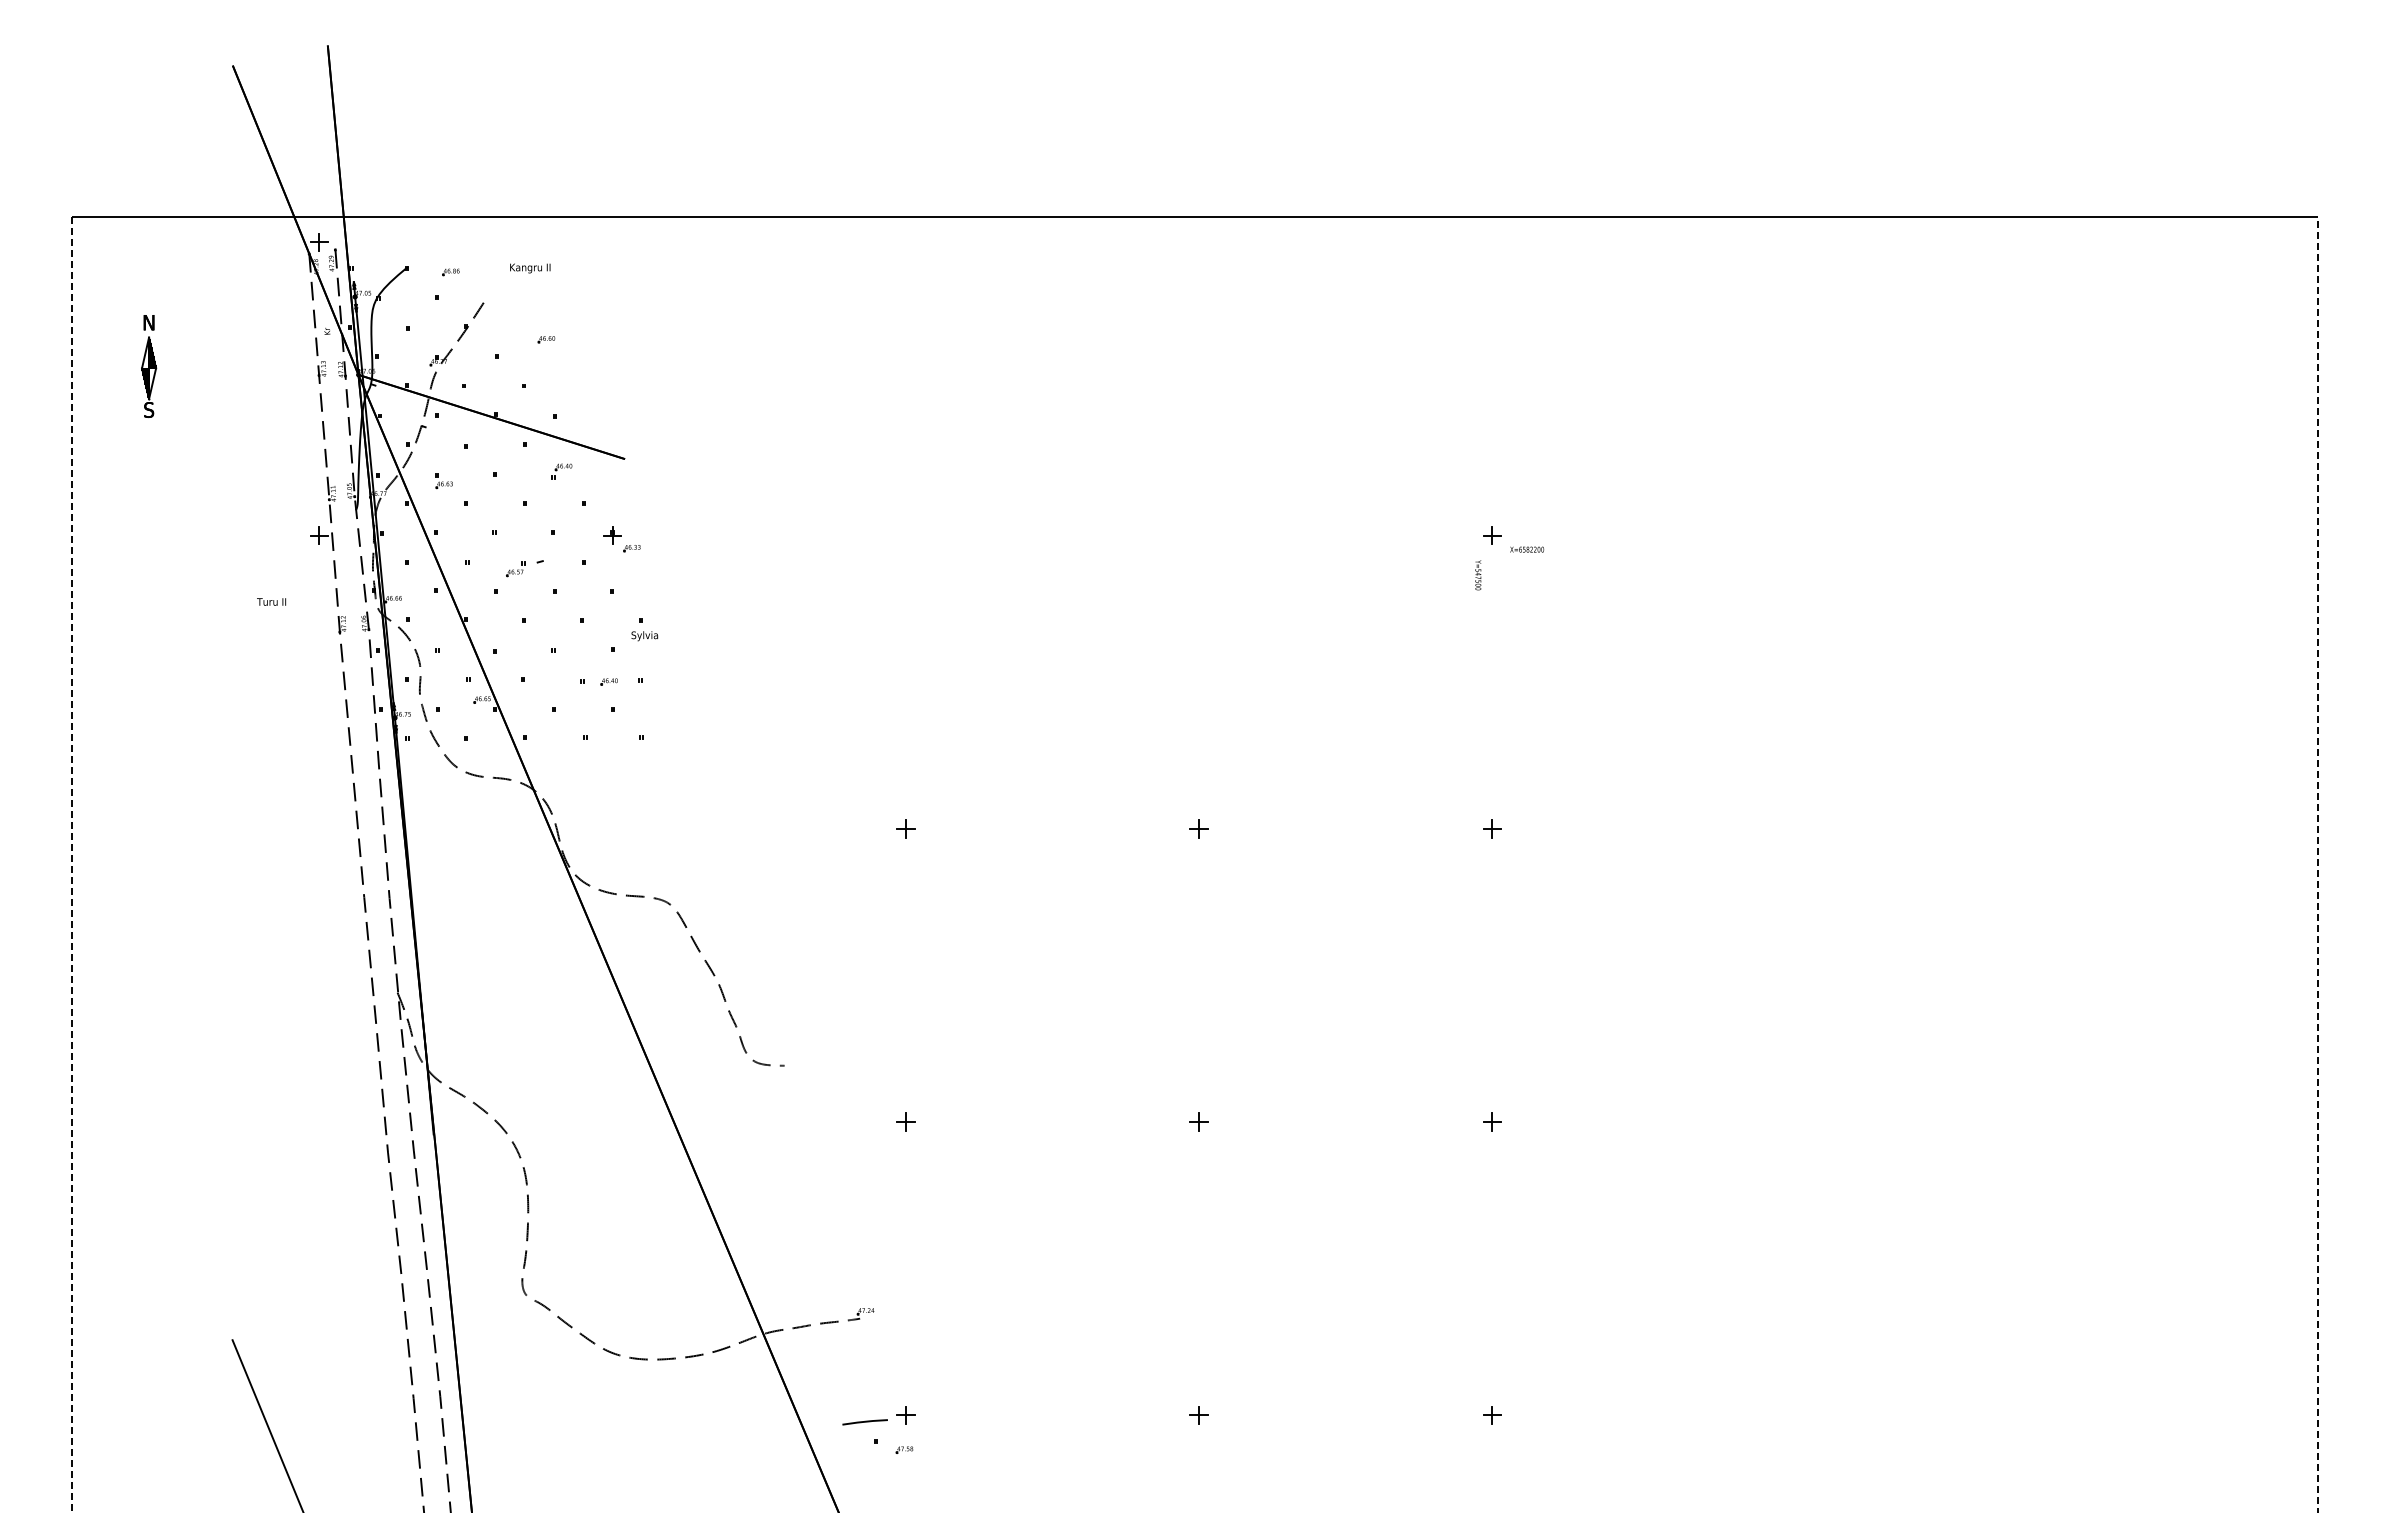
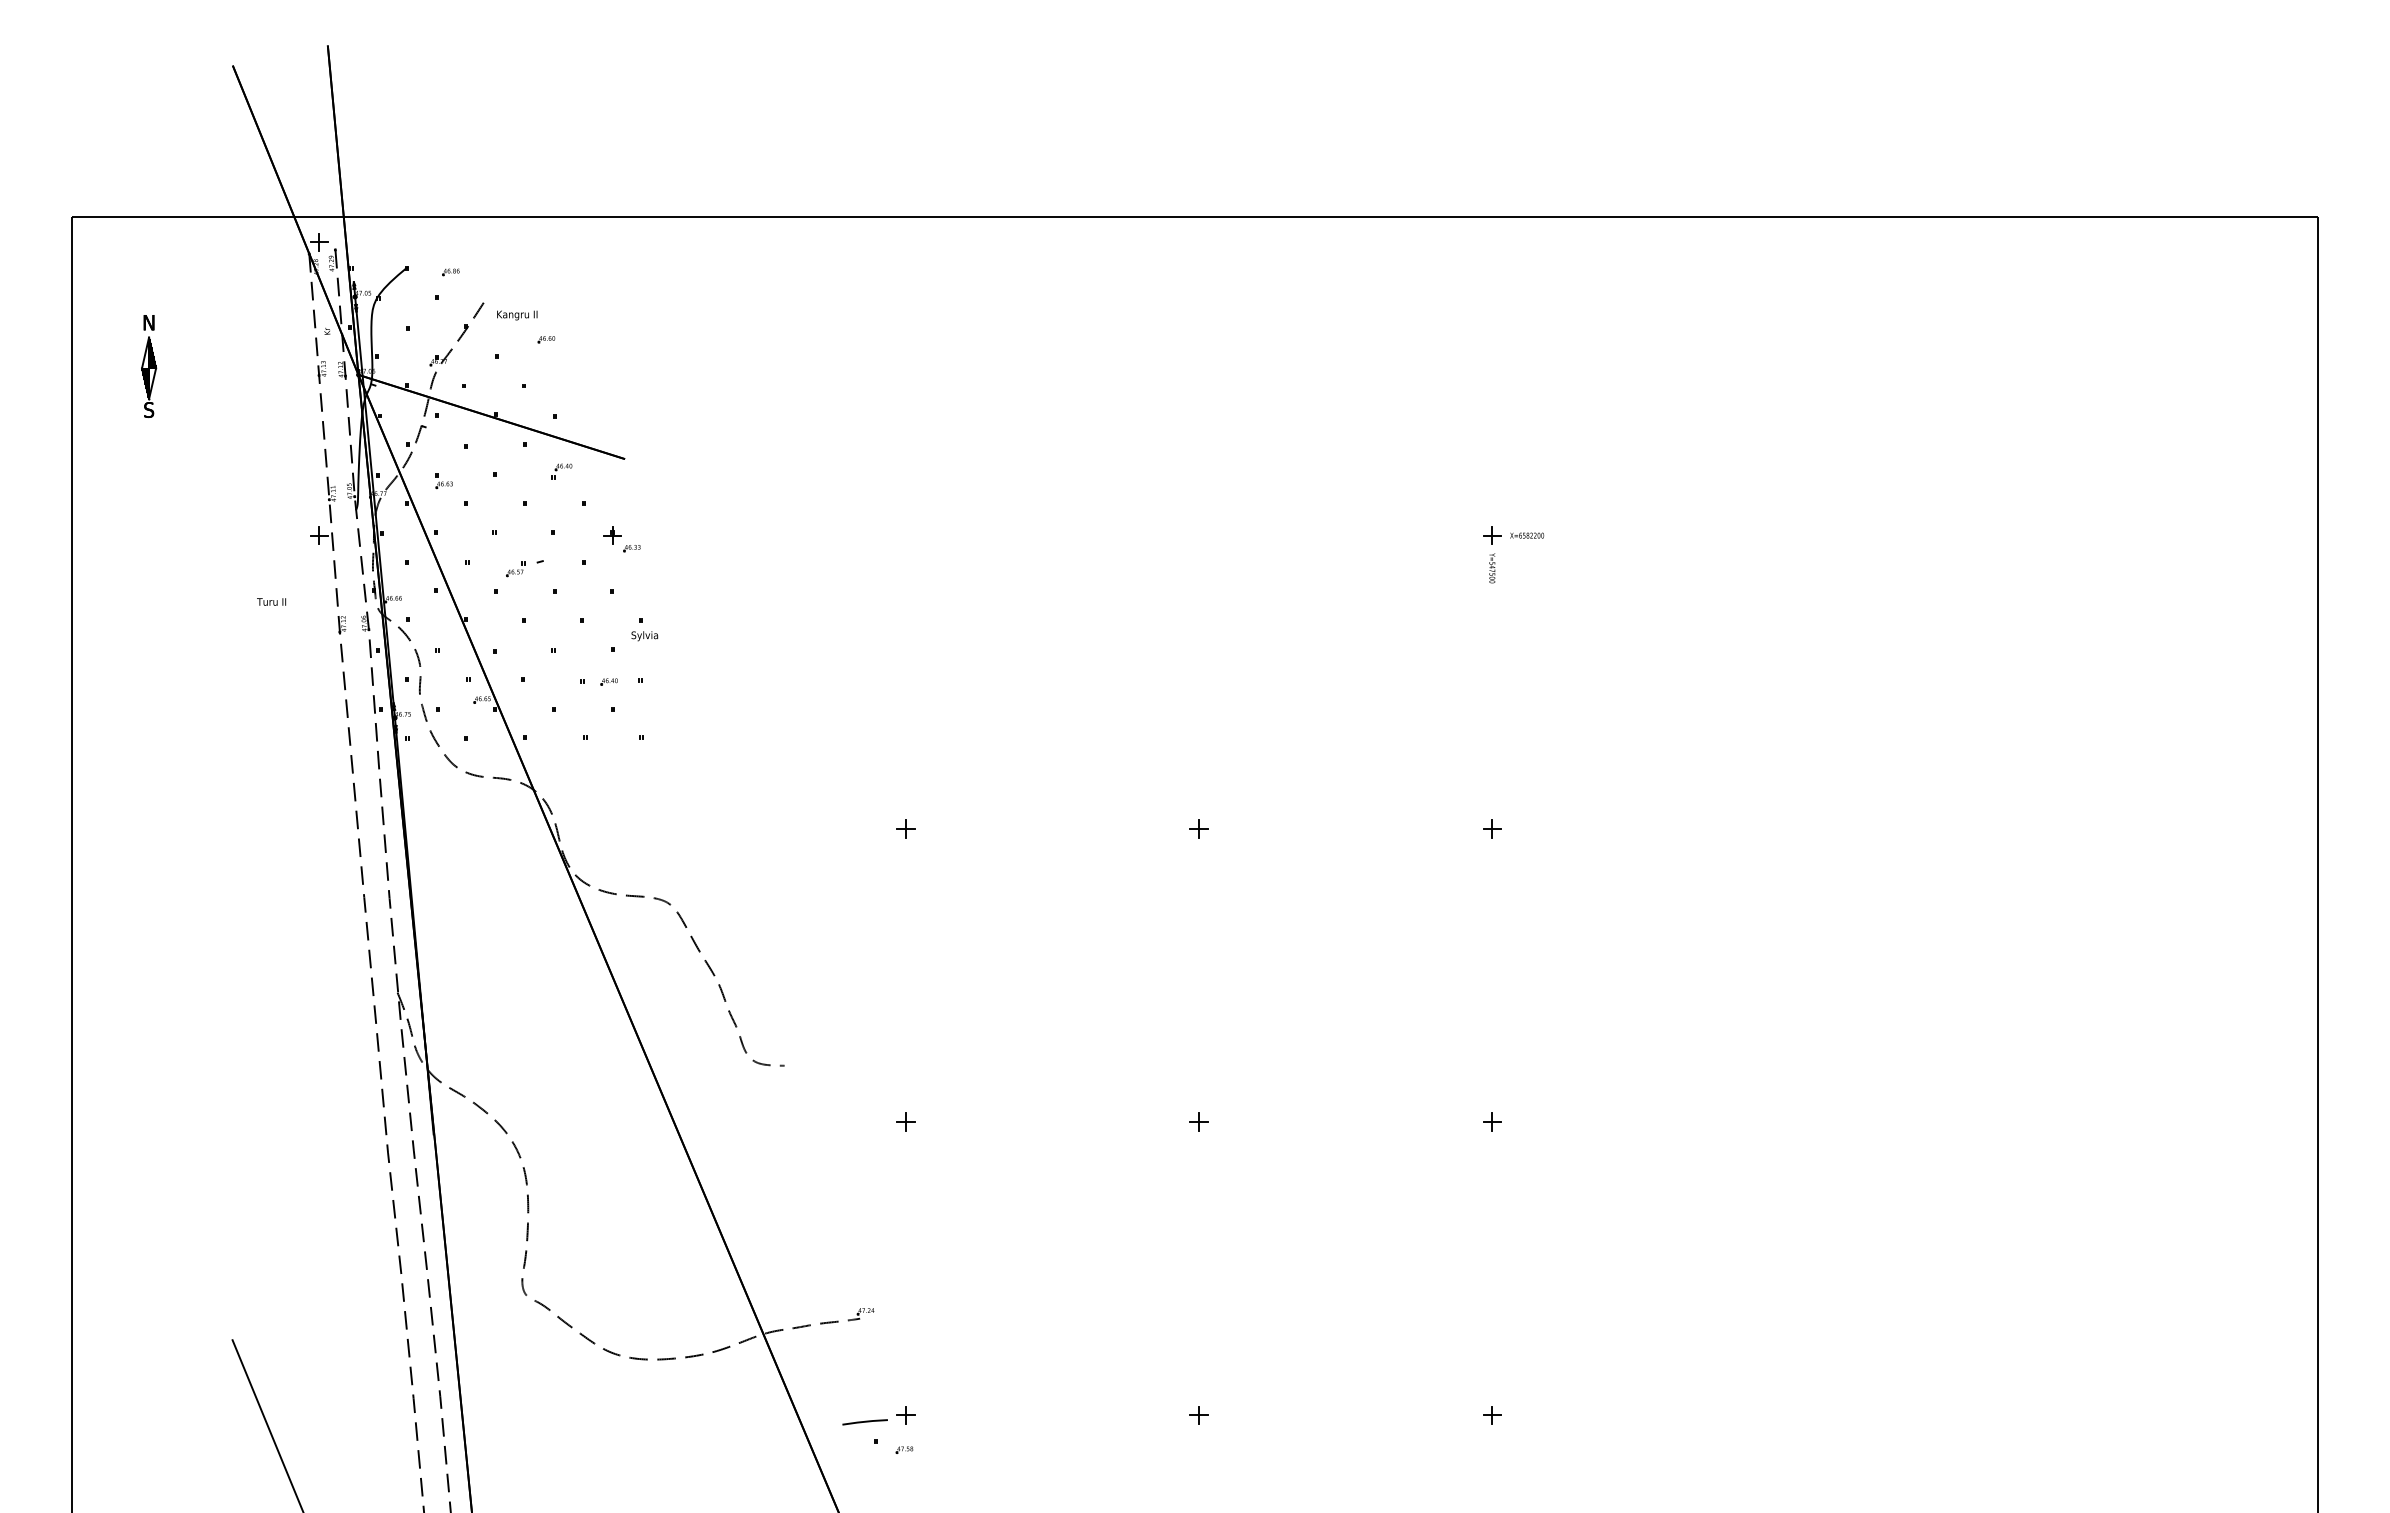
text at (530, 268) position: (530, 268) -> (517, 315)
text at (1527, 549) position: (1527, 549) -> (1527, 535)
text at (1478, 575) position: (1478, 575) -> (1492, 568)
line at (71, 865): dashed -> solid
line at (2318, 865): dashed -> solid
